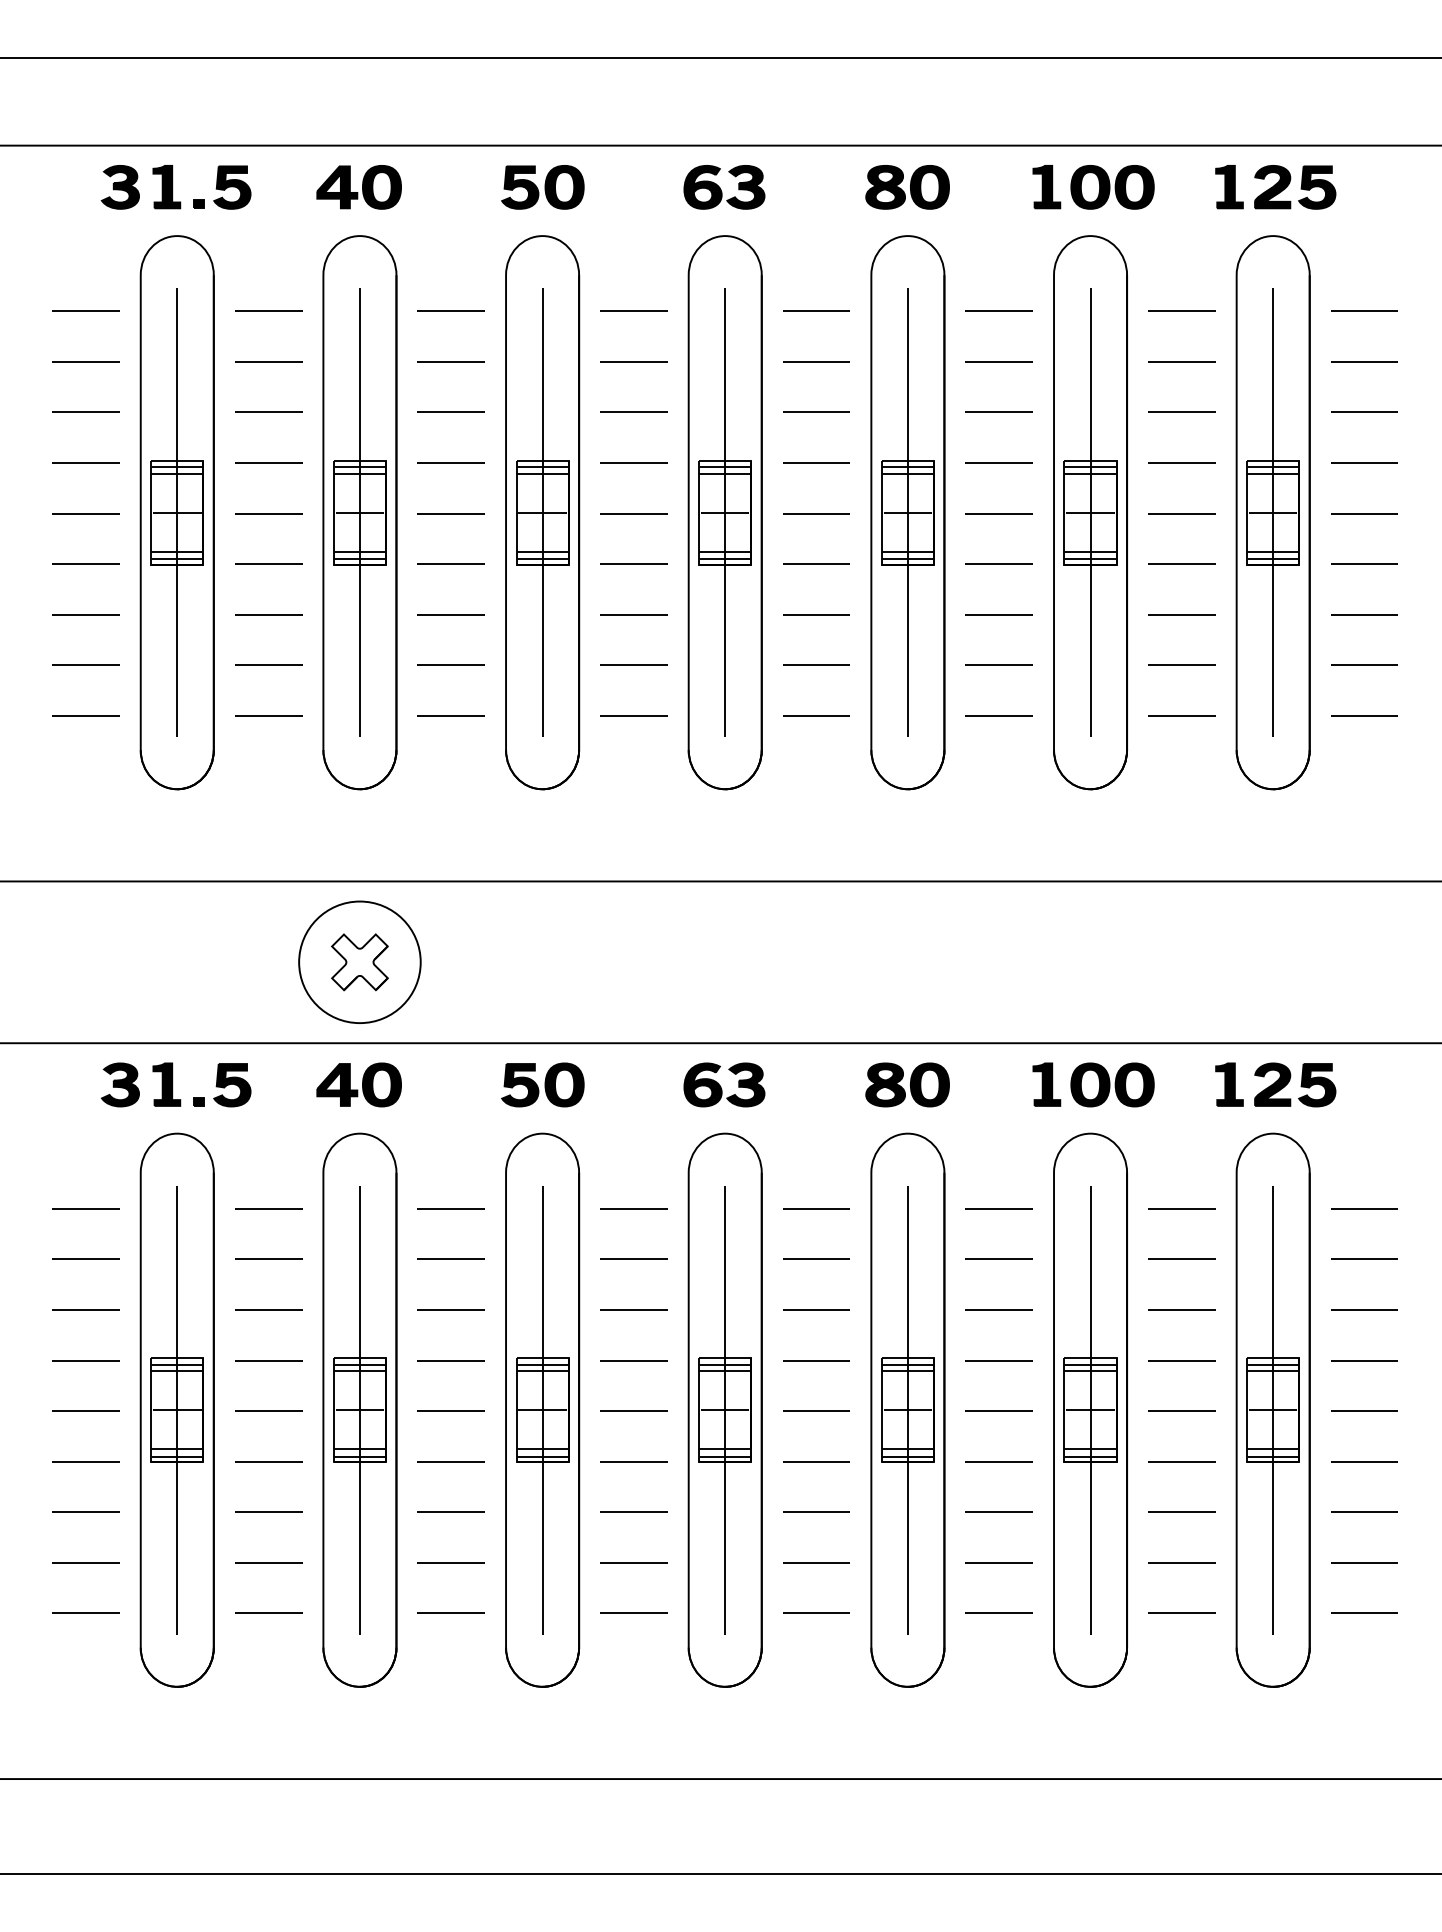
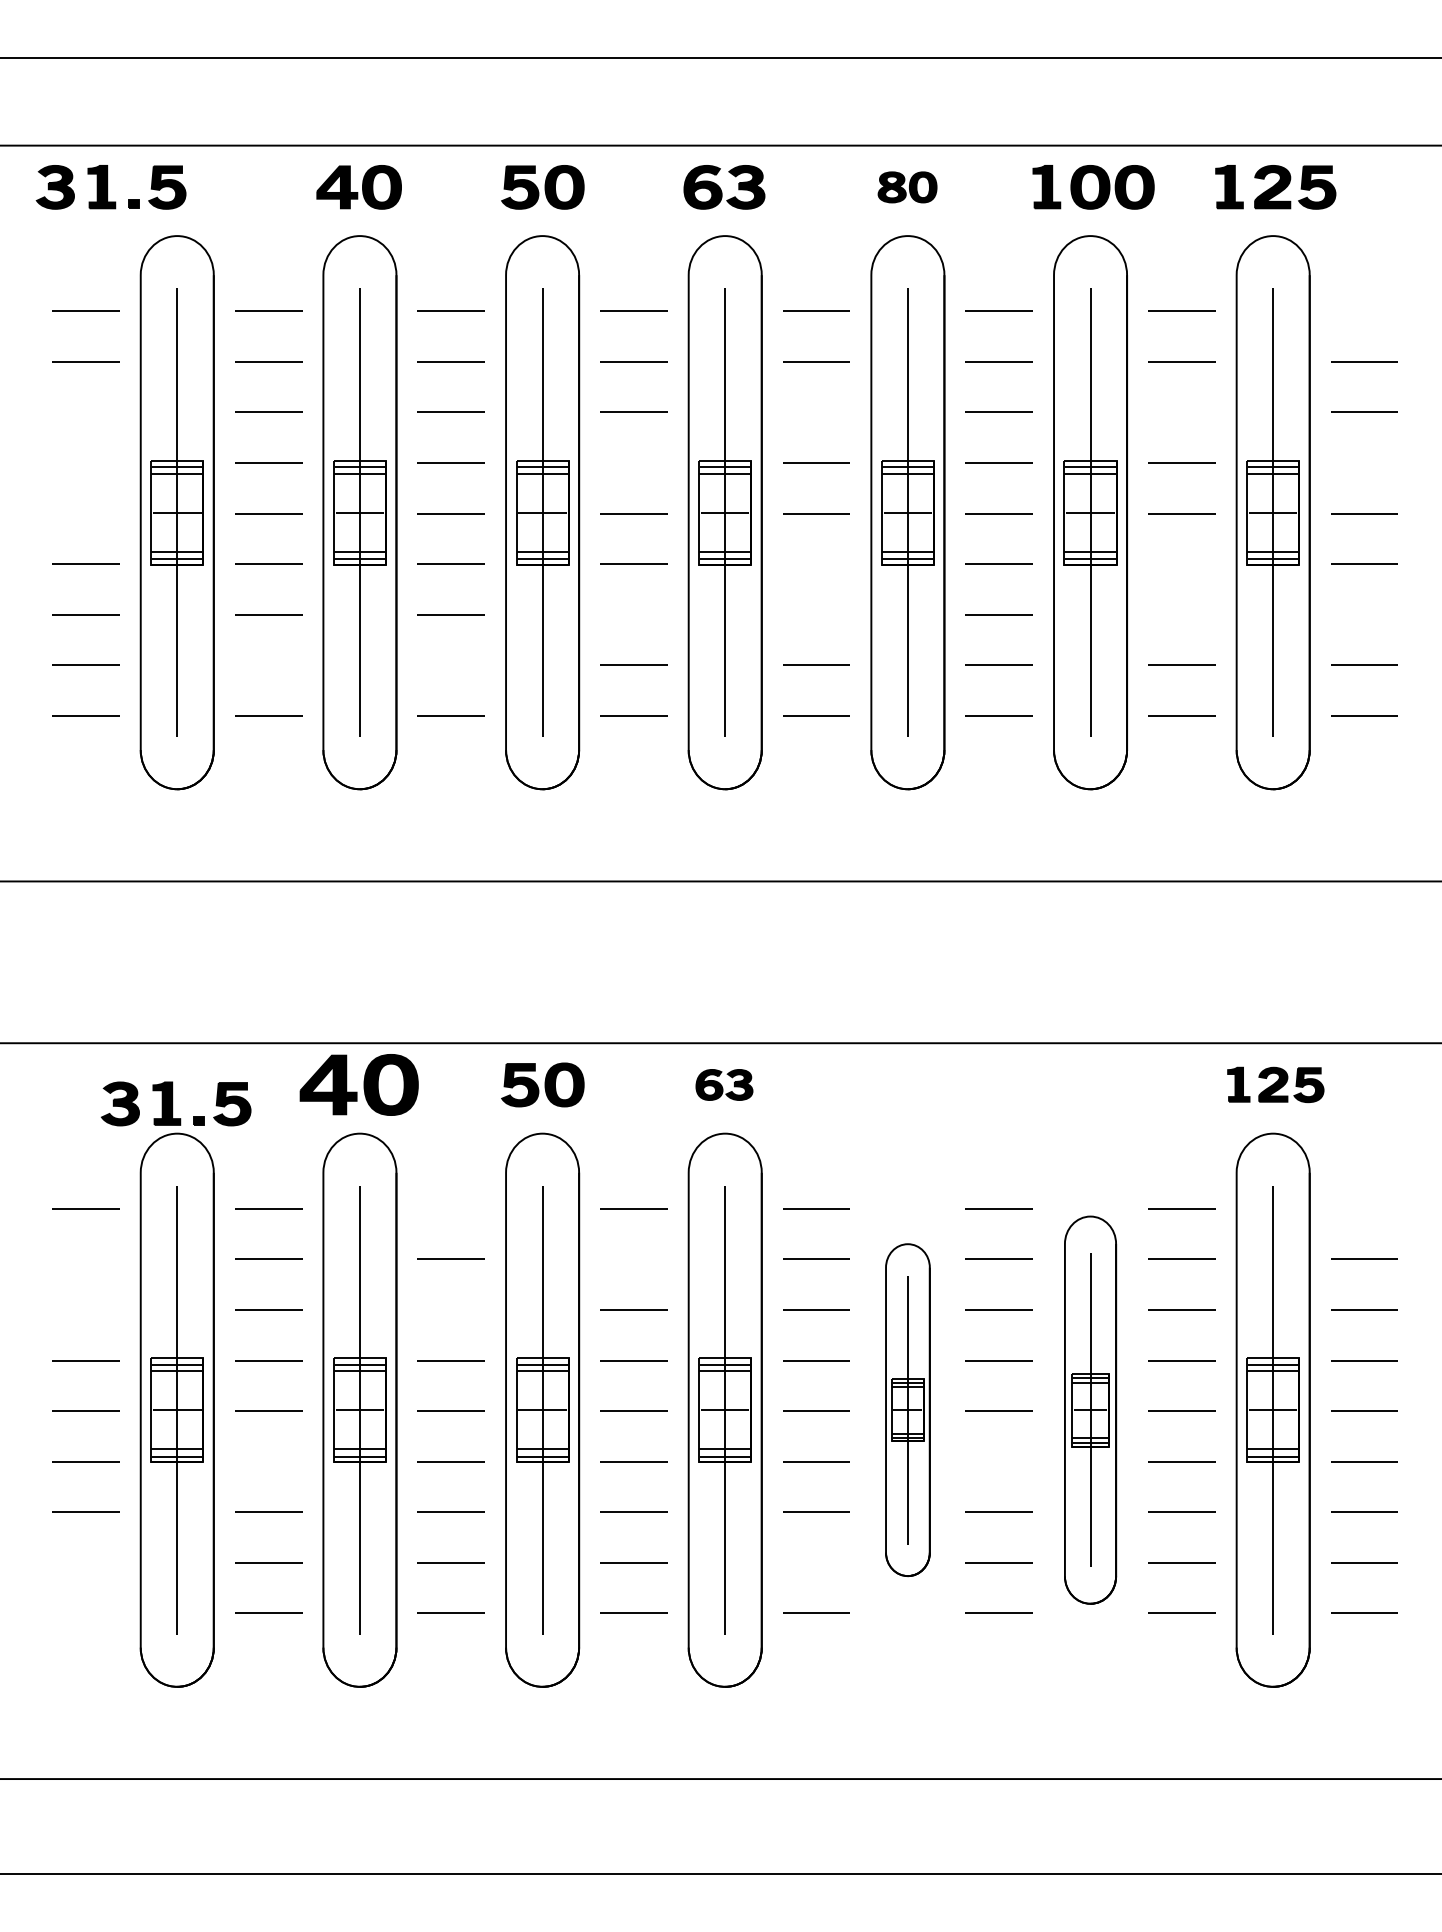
part at (175, 187) position: (175, 187) -> (110, 187)
part at (907, 187) size: 85x45 px -> 61x33 px
line at (1364, 310): present -> none
line at (85, 411): present -> none
line at (816, 411): present -> none
line at (1181, 411): present -> none
line at (85, 462): present -> none
line at (633, 462): present -> none
line at (1364, 462): present -> none
line at (85, 513): present -> none
line at (816, 563): present -> none
line at (1181, 563): present -> none
line at (633, 614): present -> none
line at (816, 614): present -> none
line at (1181, 614): present -> none
line at (1364, 614): present -> none
line at (268, 664): present -> none
line at (450, 664): present -> none
part at (359, 961): present -> none
part at (175, 1084) position: (175, 1084) -> (175, 1103)
part at (358, 1084) size: 86x46 px -> 120x62 px
part at (724, 1084) size: 83x46 px -> 59x32 px
part at (907, 1084): present -> none
part at (1093, 1084): present -> none
part at (1275, 1084) size: 122x46 px -> 98x38 px
line at (450, 1208): present -> none
line at (1364, 1208): present -> none
line at (85, 1258): present -> none
line at (633, 1258): present -> none
line at (85, 1309): present -> none
line at (450, 1309): present -> none
part at (907, 1409) size: 76x556 px -> 46x335 px
part at (1090, 1409) size: 75x556 px -> 54x390 px
line at (268, 1461): present -> none
line at (998, 1461): present -> none
line at (85, 1562): present -> none
line at (816, 1562): present -> none
line at (85, 1612): present -> none
